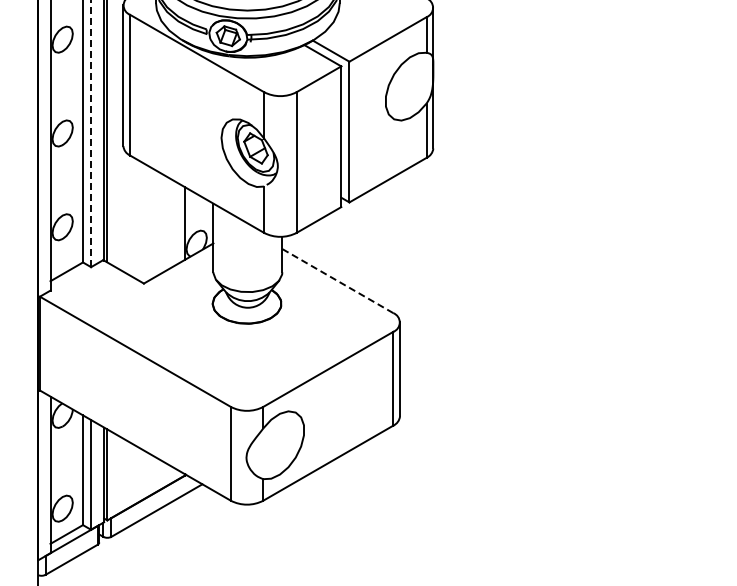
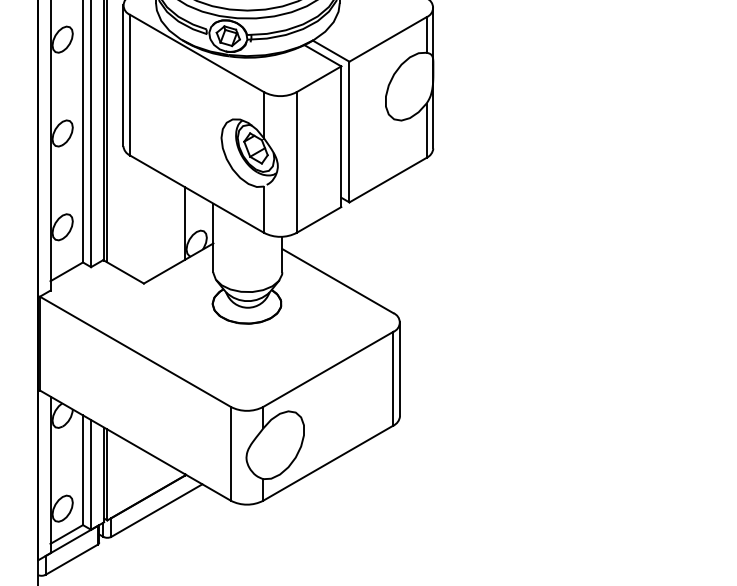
line at (91, 133): dashed -> solid
line at (337, 280): dashed -> solid
